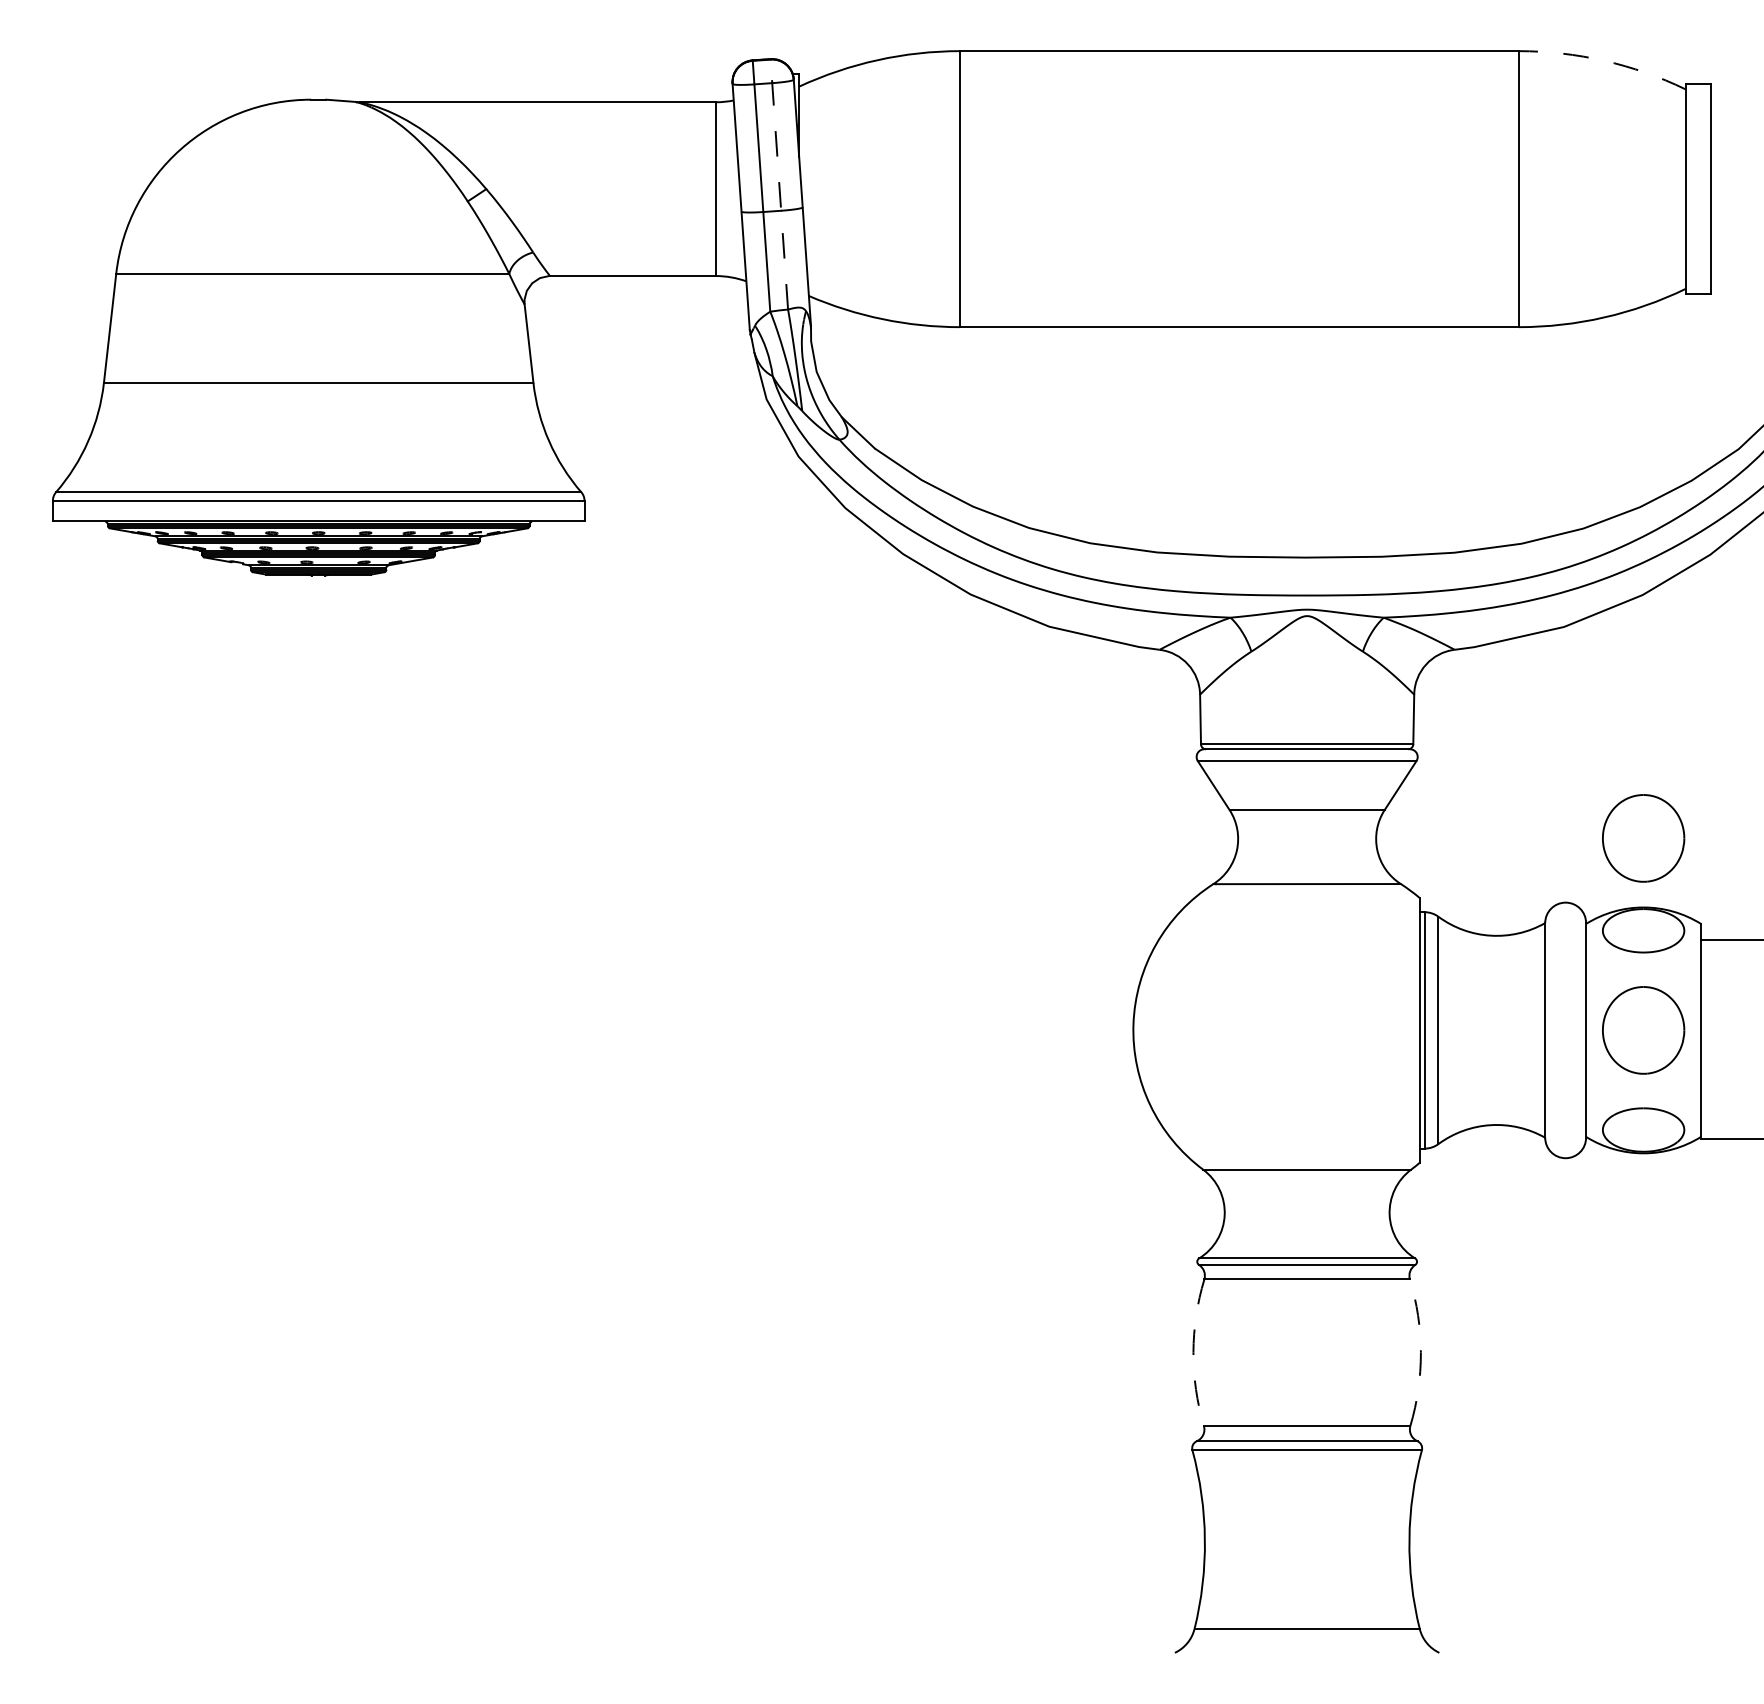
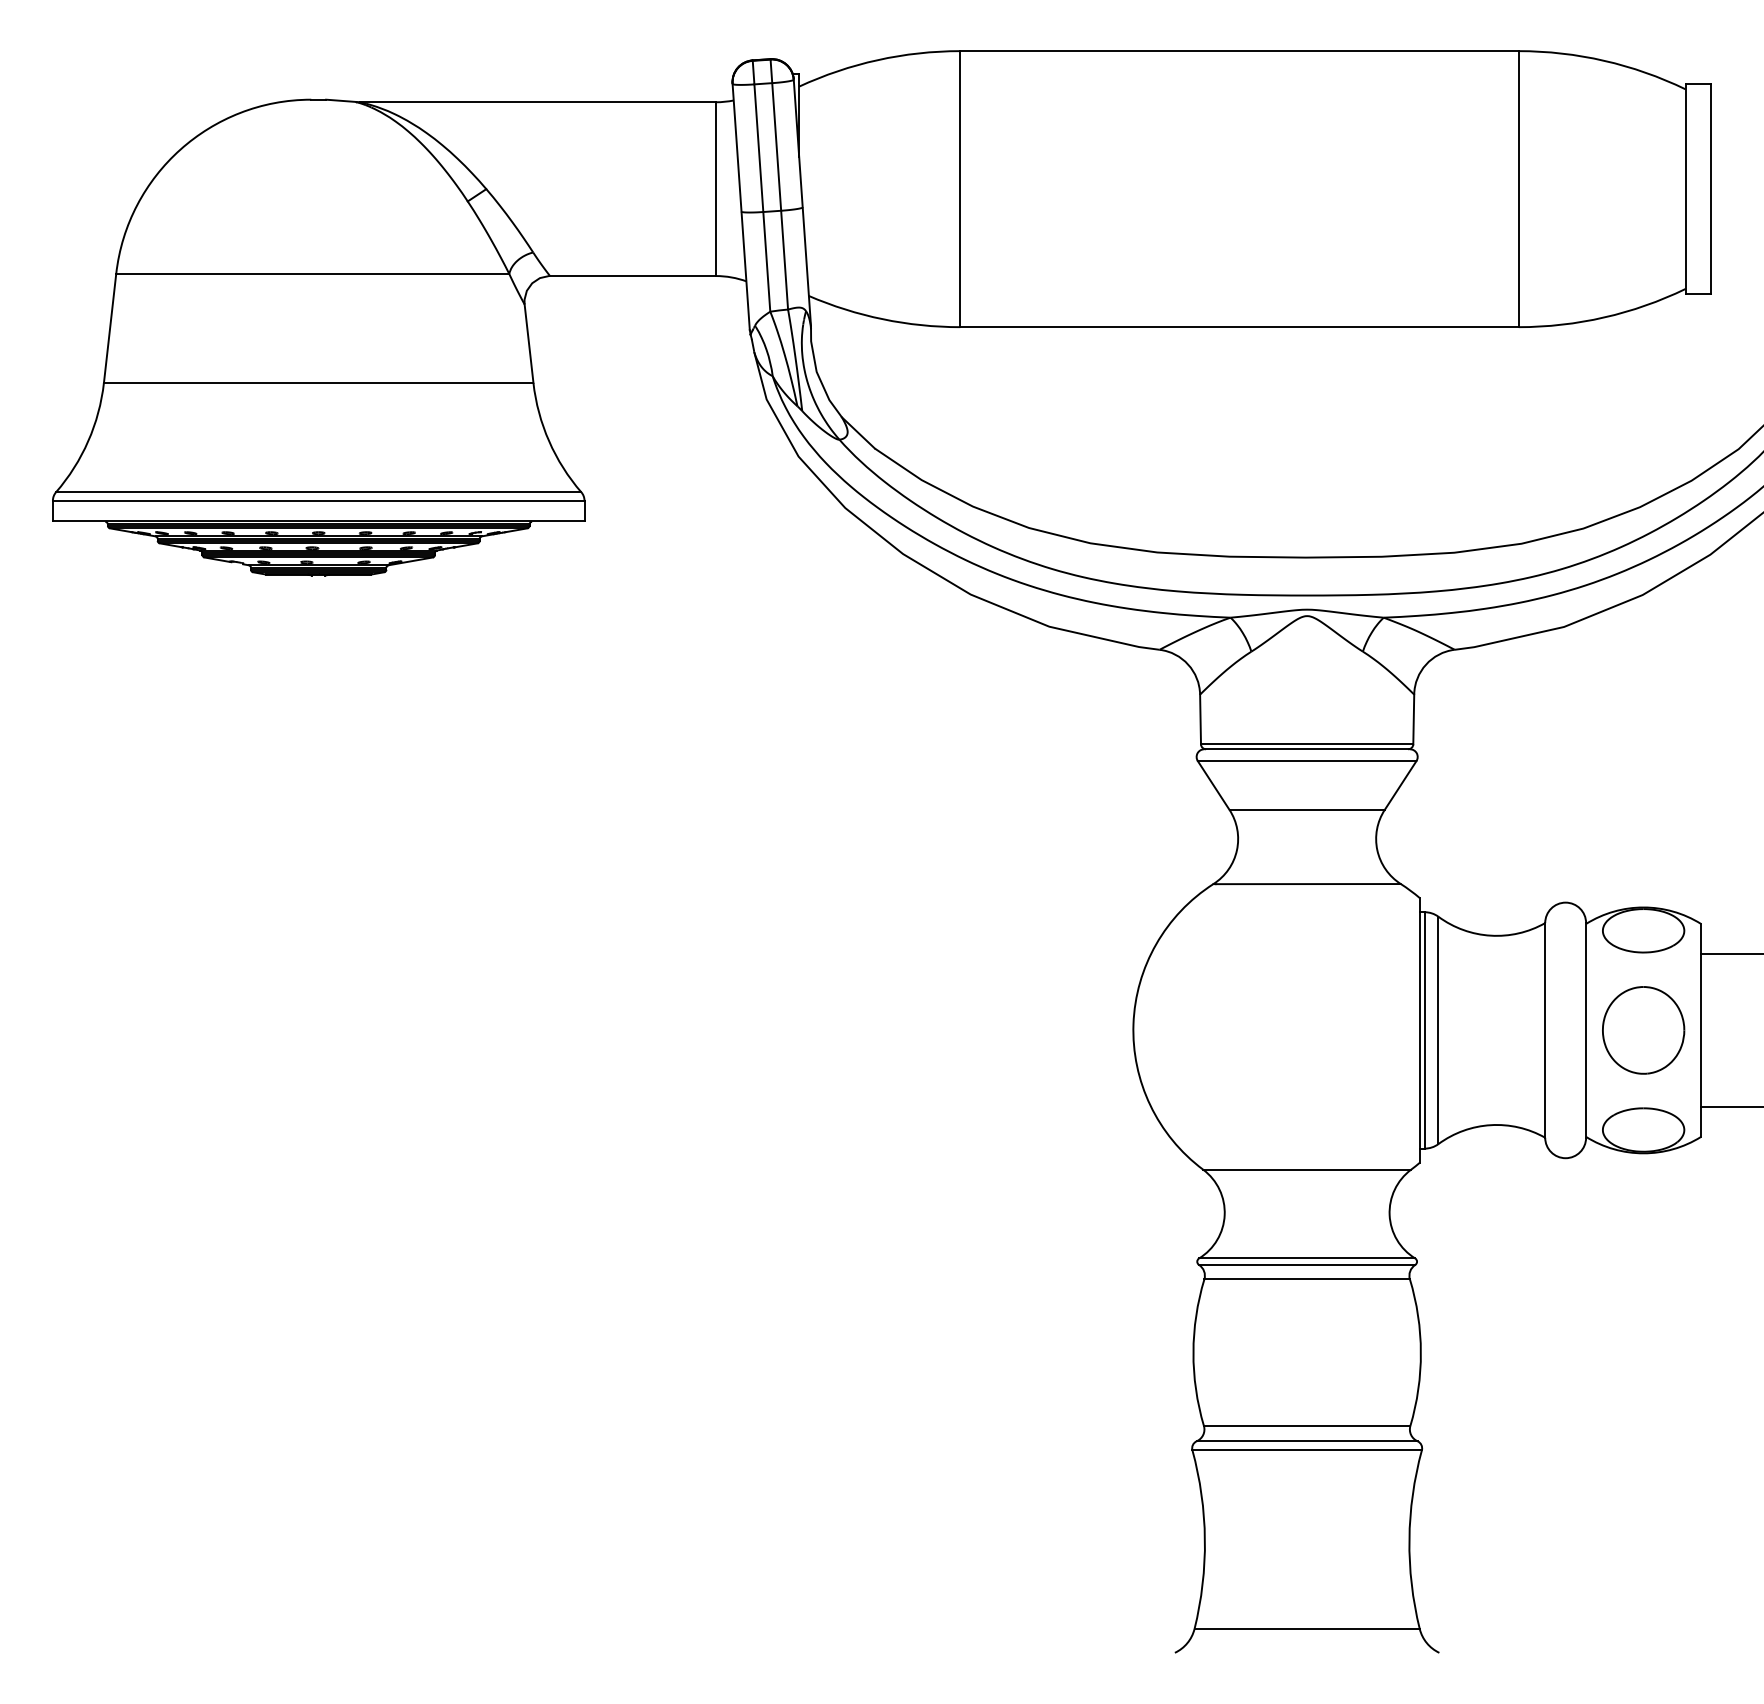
arc at (1604, 60): dashed -> solid
line at (779, 183): dashed -> solid
part at (1643, 838): present -> none
line at (1730, 939) position: (1730, 939) -> (1730, 953)
line at (1730, 1139) position: (1730, 1139) -> (1730, 1107)
arc at (1193, 1352): dashed -> solid
arc at (1420, 1352): dashed -> solid
